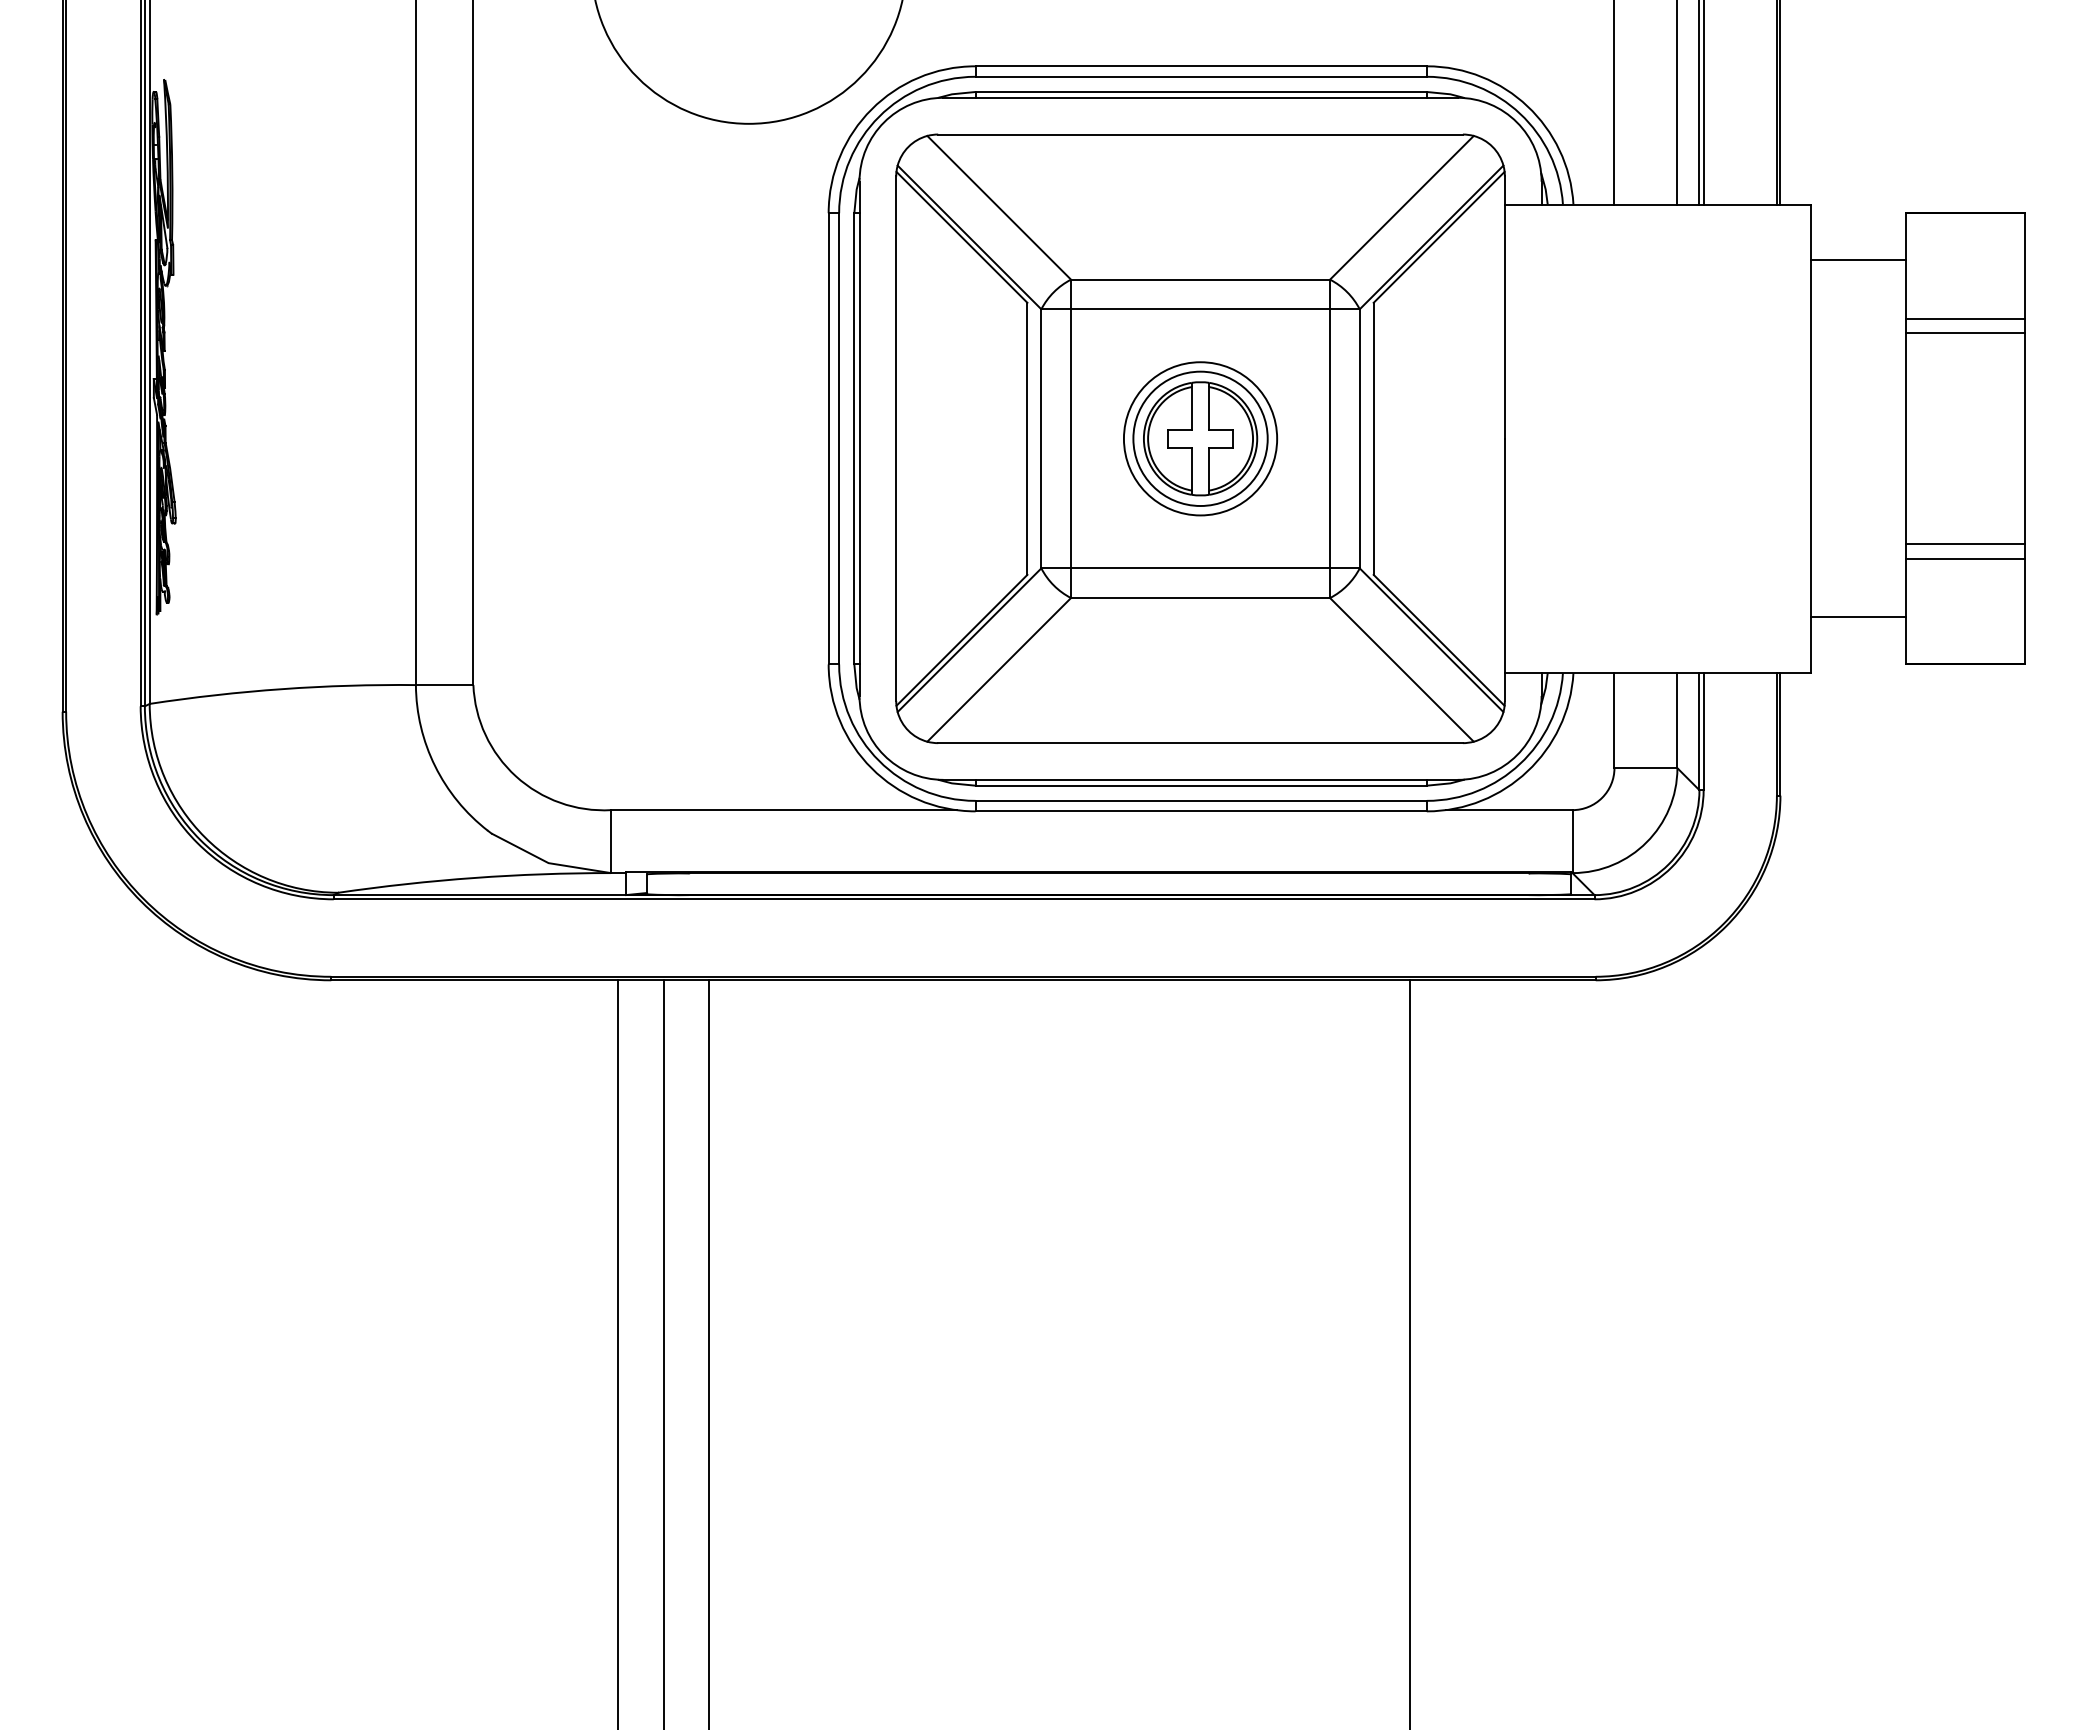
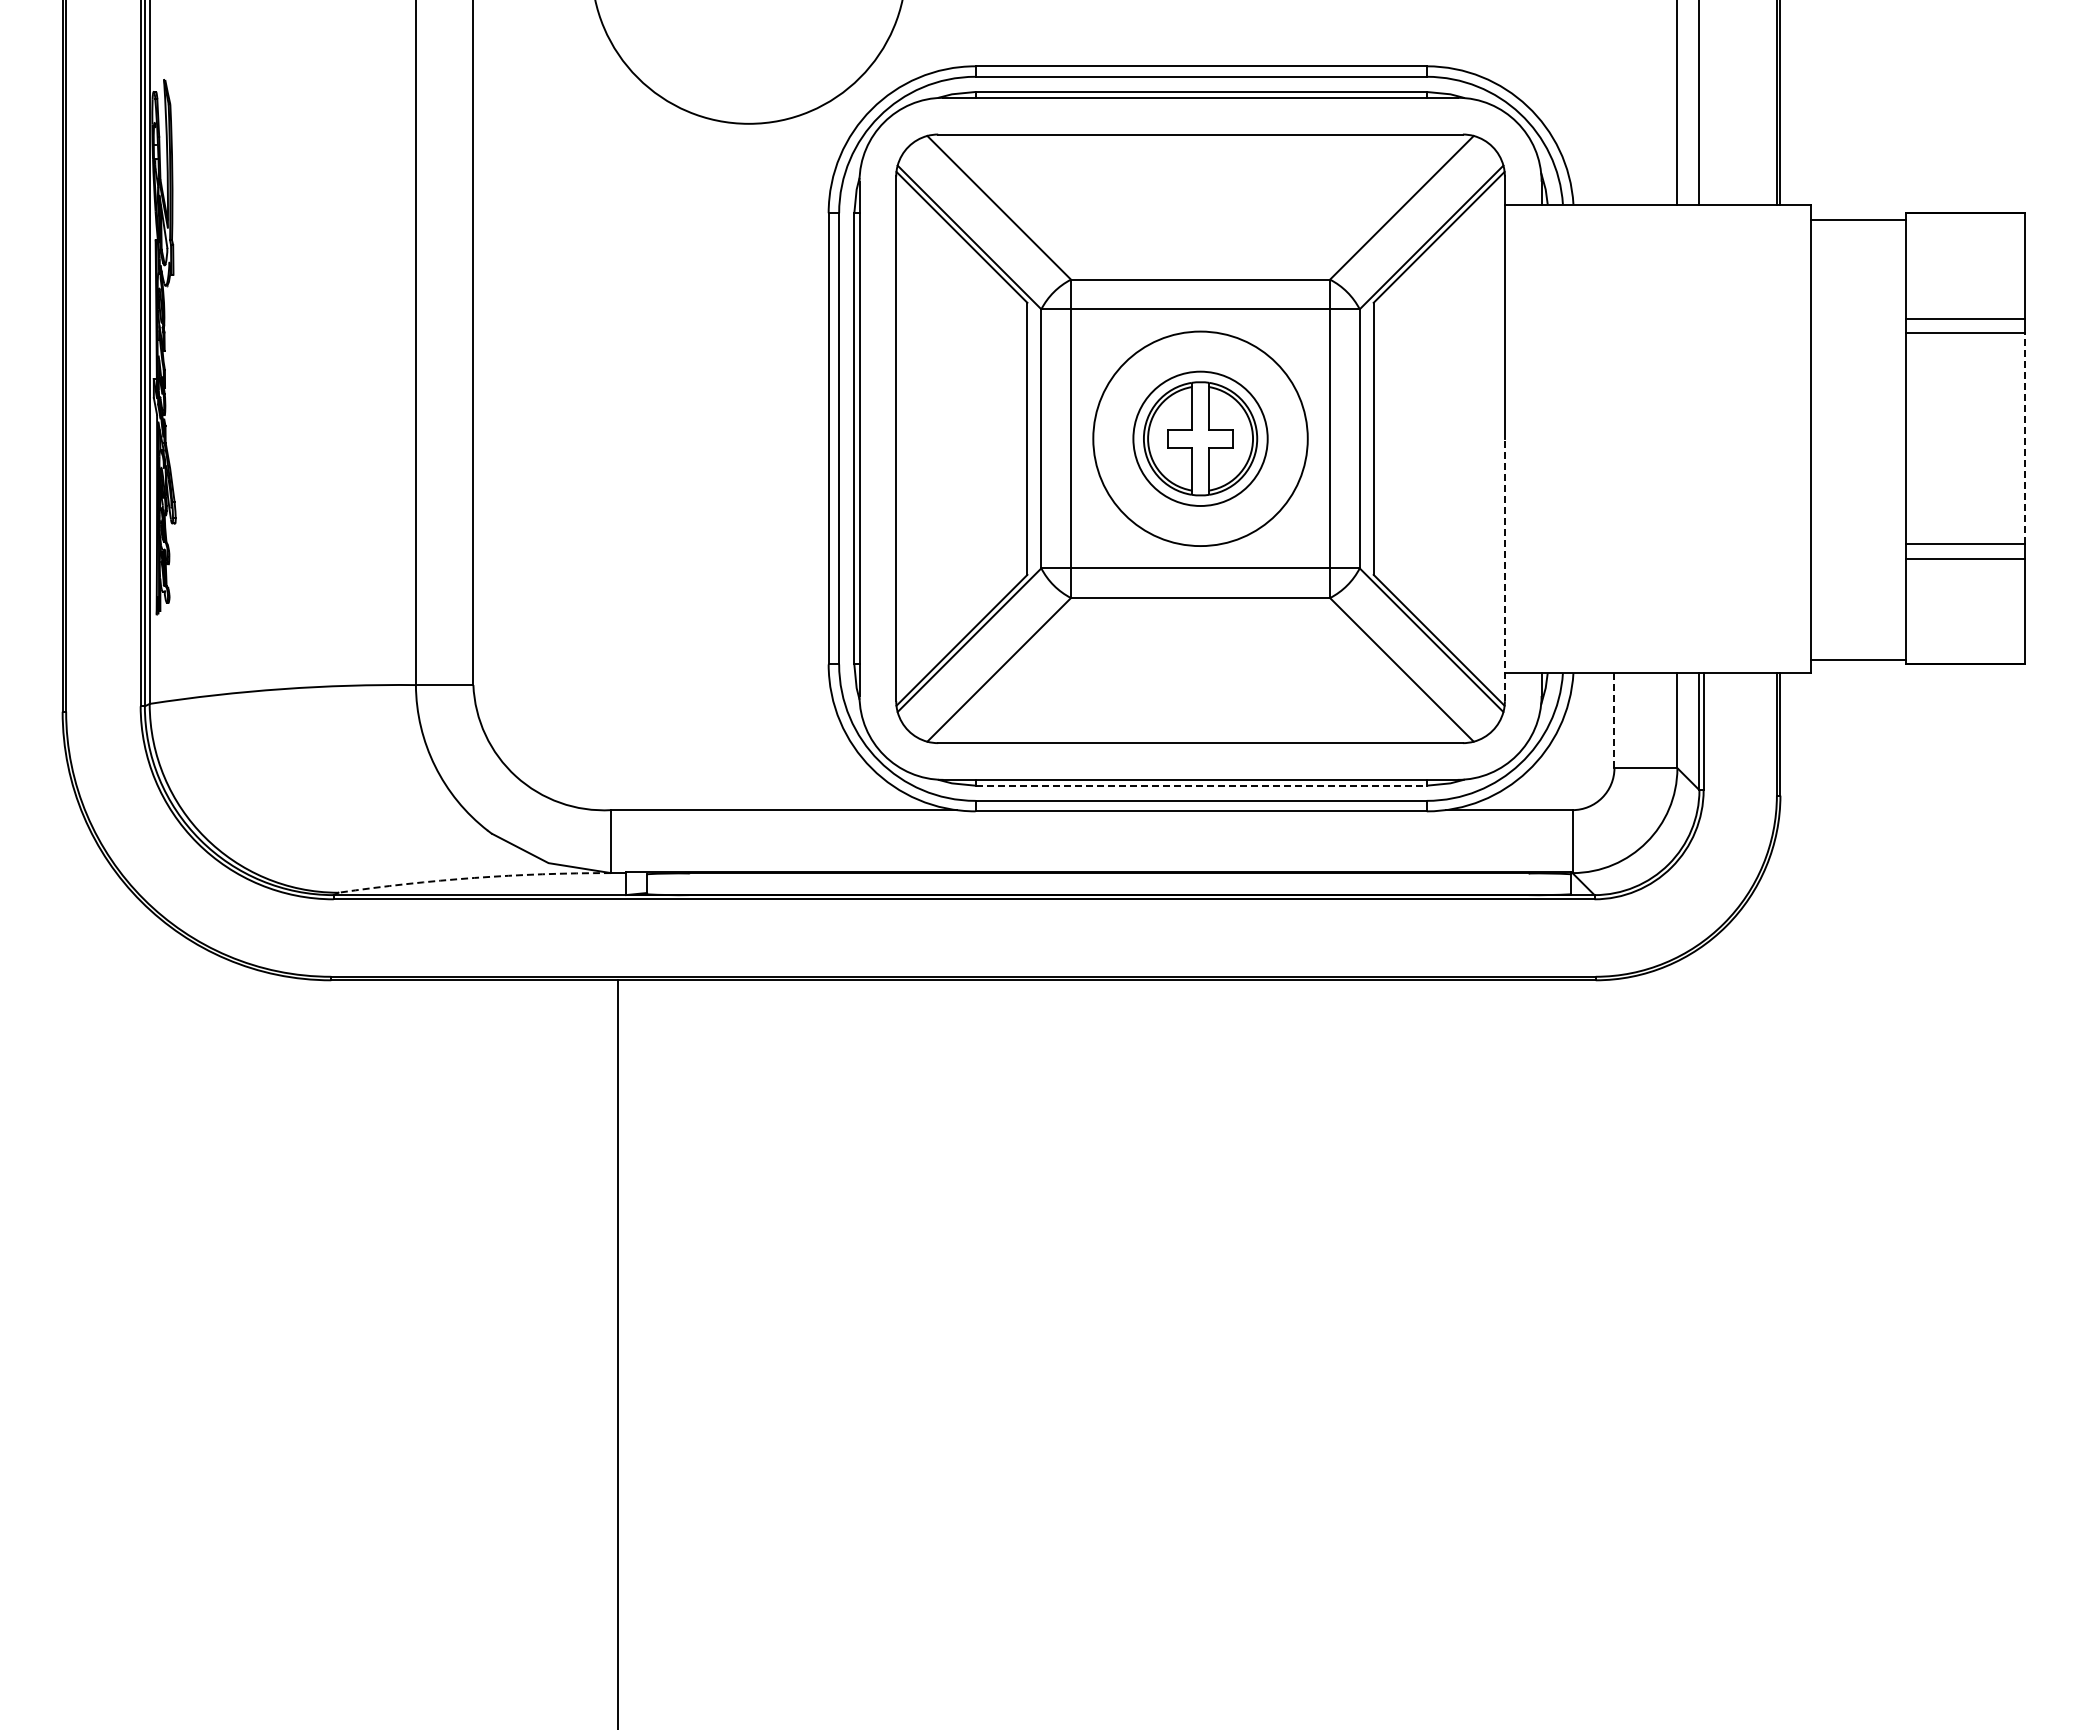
line at (1614, 103): present -> none
line at (1703, 103): present -> none
line at (1858, 260) position: (1858, 260) -> (1858, 220)
circle at (1200, 438) diameter: 153 px -> 214 px
line at (2025, 438): solid -> dashed
line at (1504, 569): solid -> dashed
line at (1858, 617) position: (1858, 617) -> (1858, 660)
line at (1614, 720): solid -> dashed
line at (1201, 785): solid -> dashed
arc at (474, 877): solid -> dashed
line at (664, 1353): present -> none
line at (709, 1353): present -> none
line at (1410, 1353): present -> none
